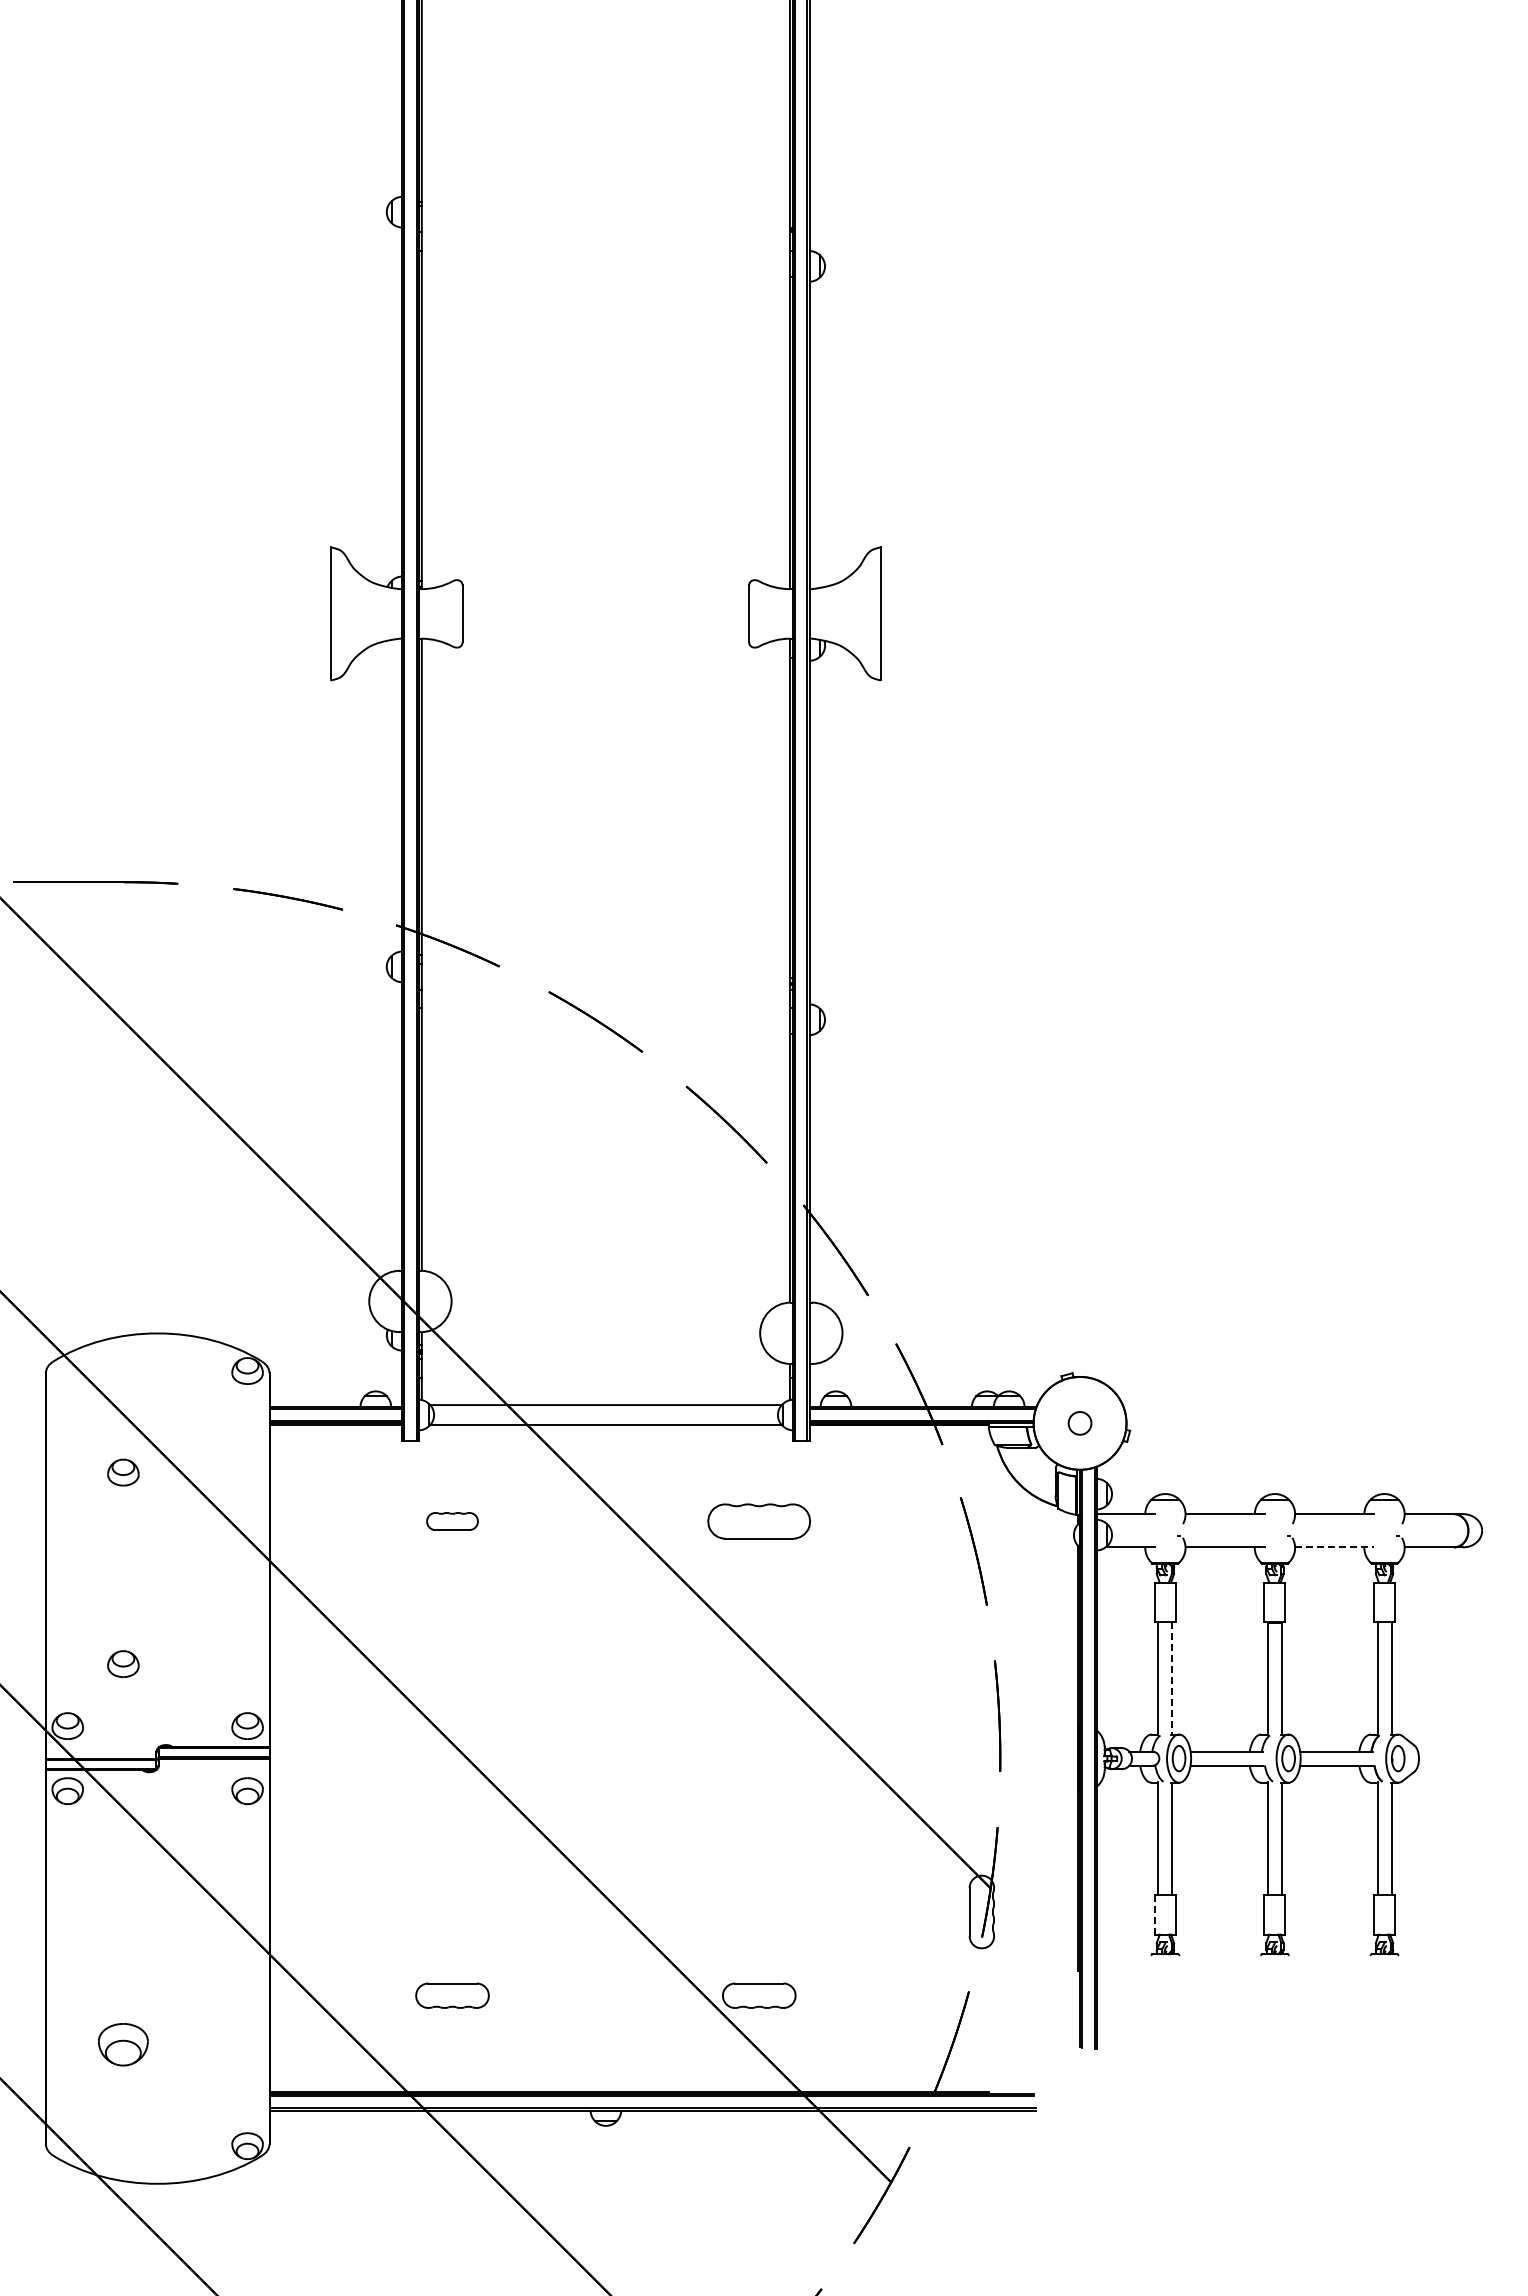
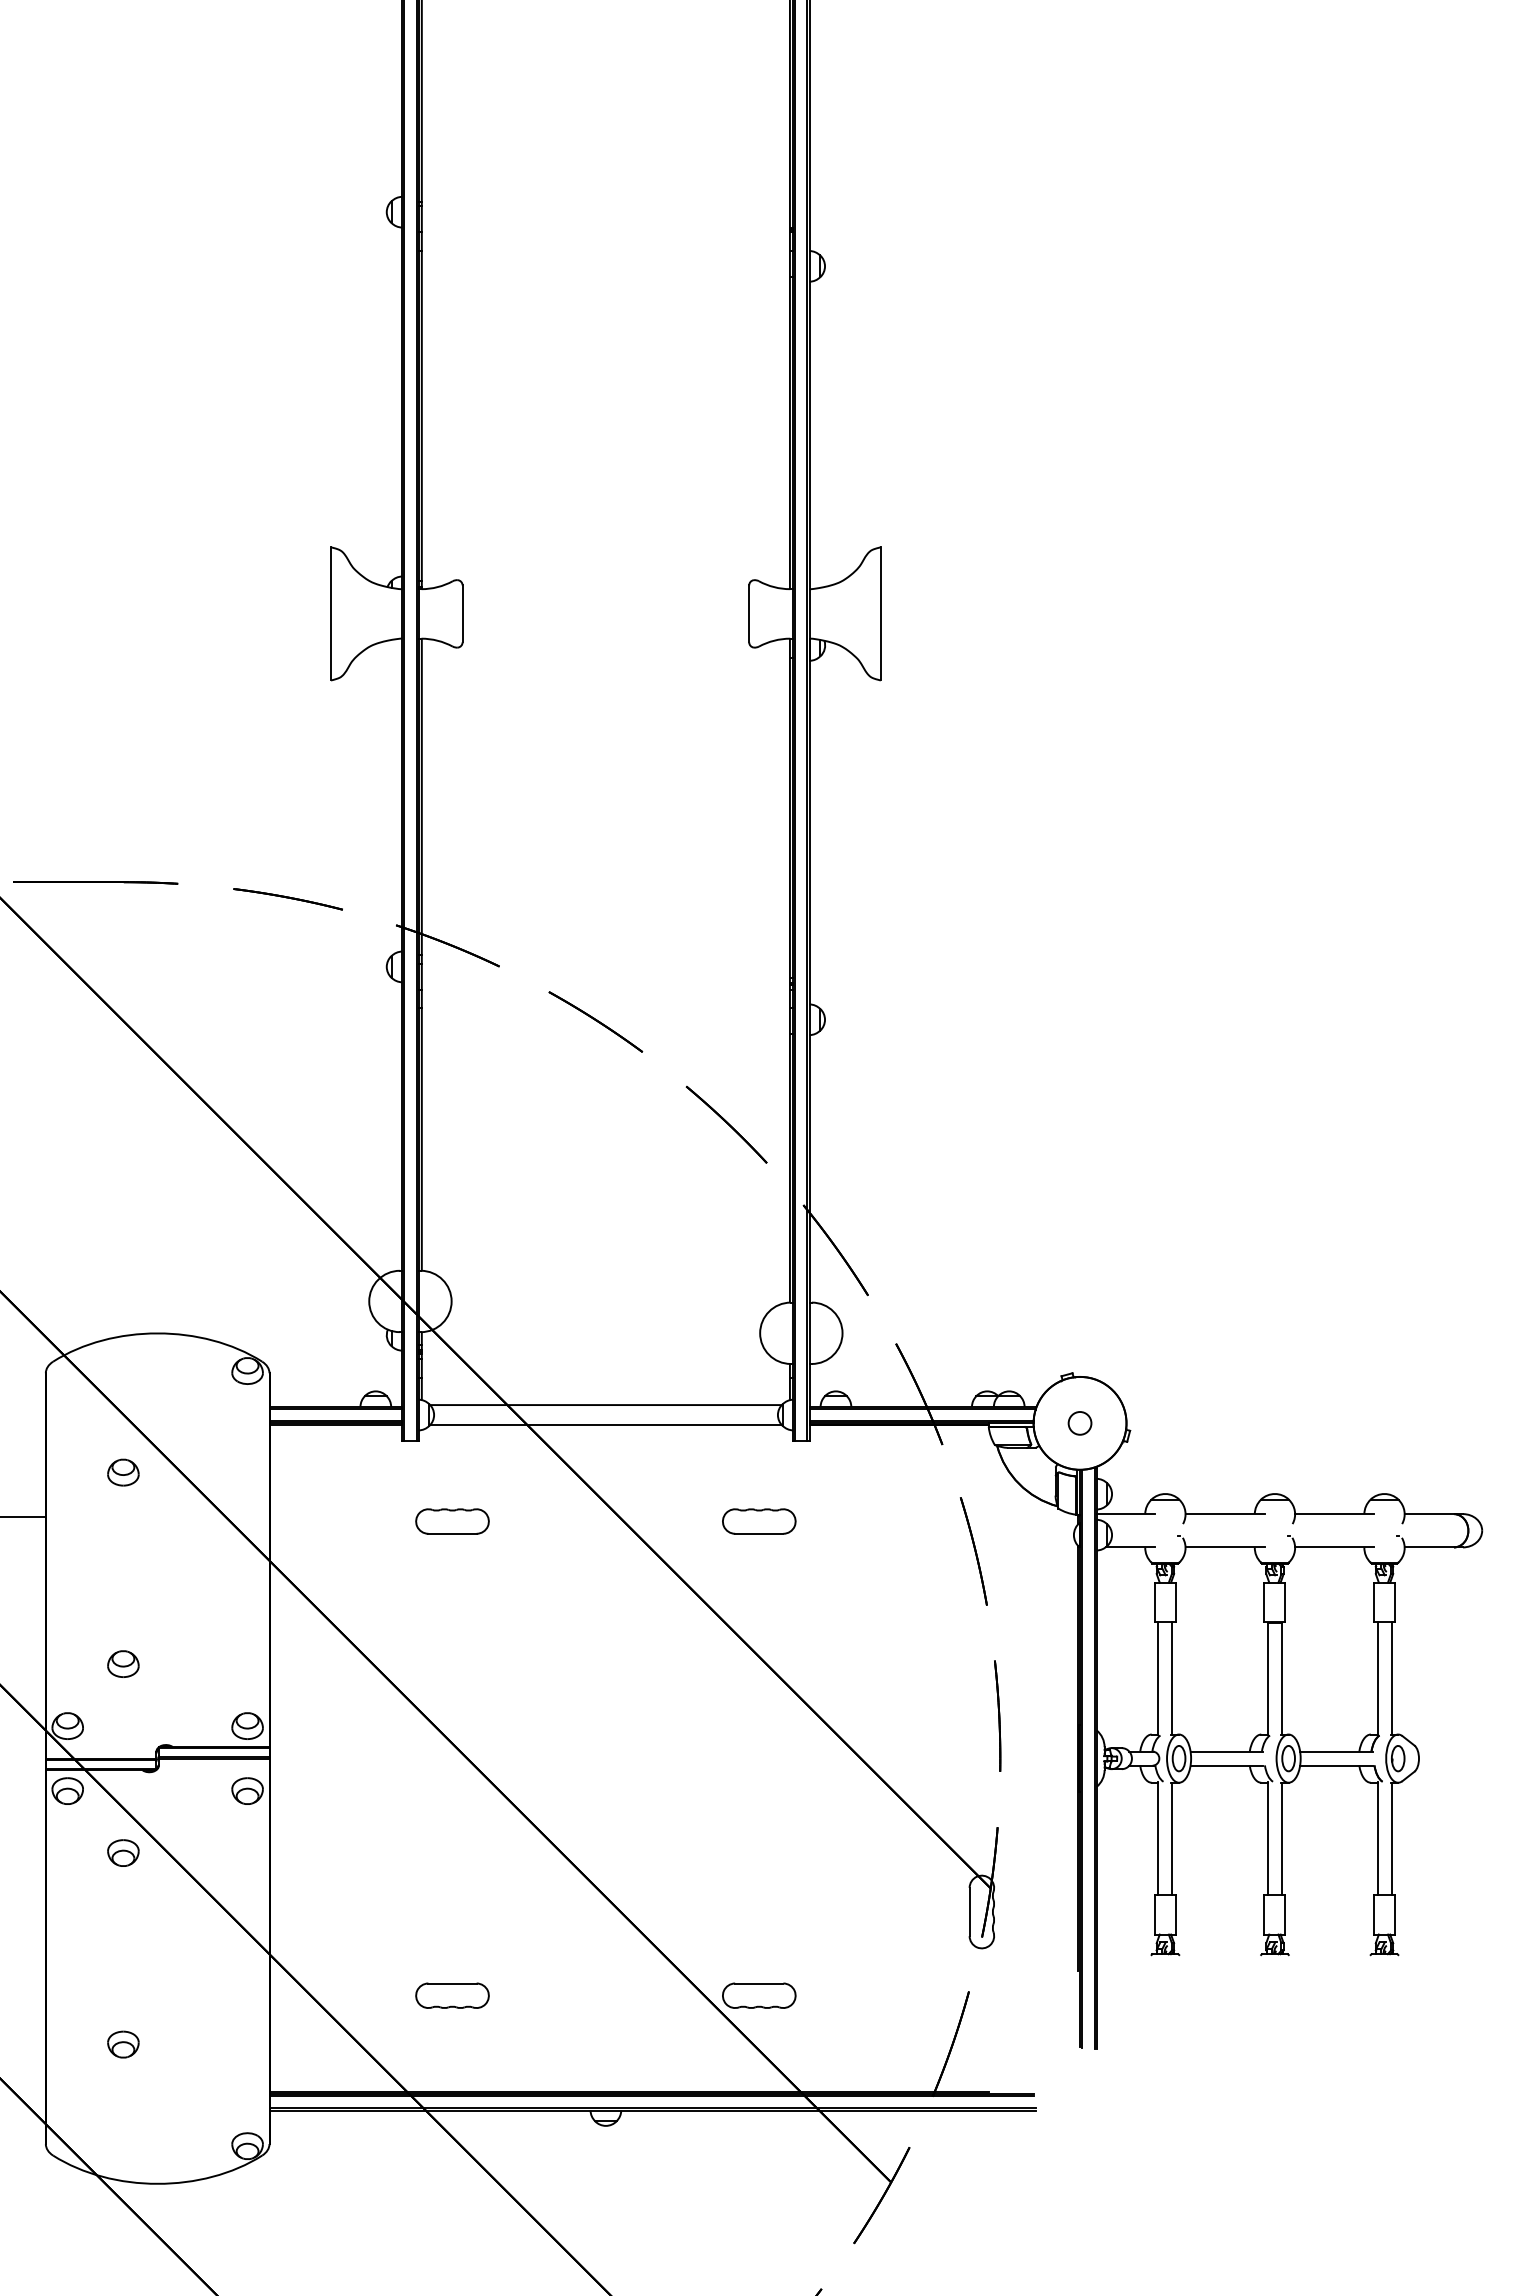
line at (24, 1516): none -> present
part at (452, 1521) size: 53x19 px -> 75x27 px
part at (758, 1521) size: 104x37 px -> 75x27 px
line at (1334, 1547): dashed -> solid
line at (1172, 1678): dashed -> solid
part at (123, 1852): none -> present
line at (1154, 1914): dashed -> solid
part at (123, 2044) size: 51x44 px -> 33x29 px
